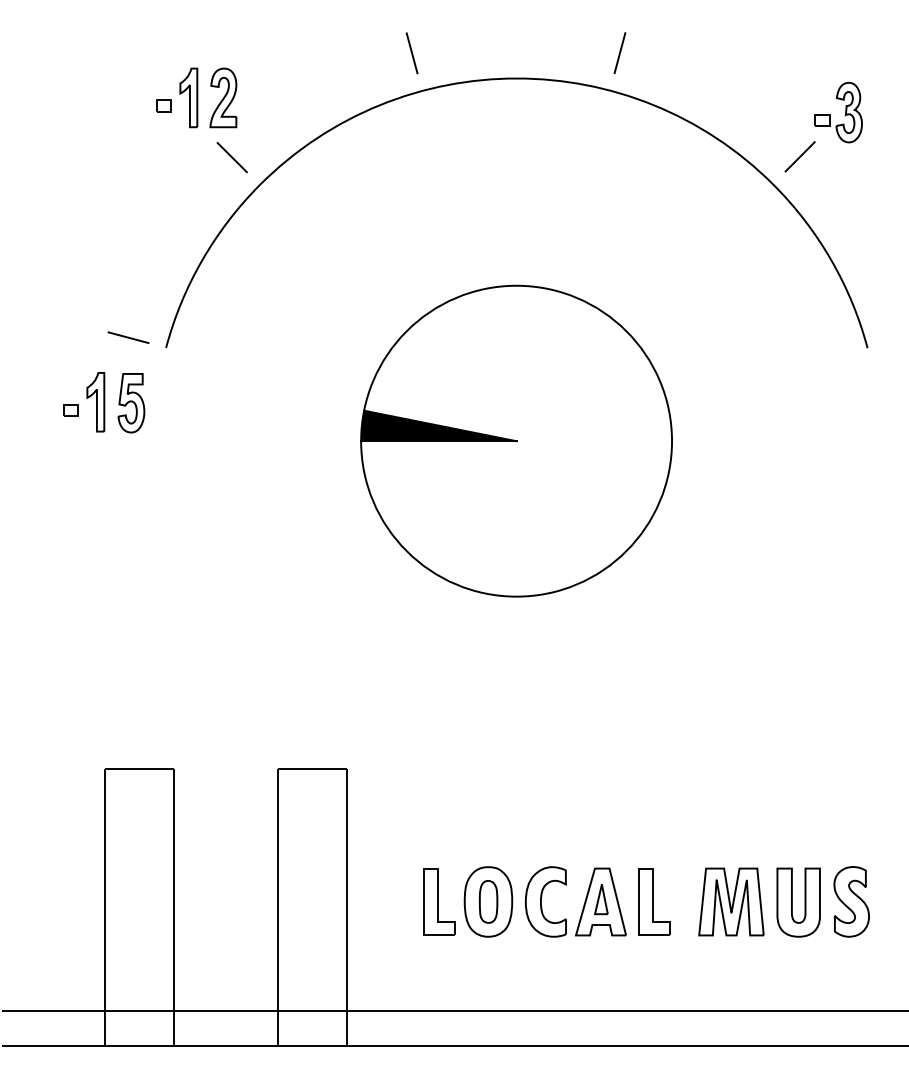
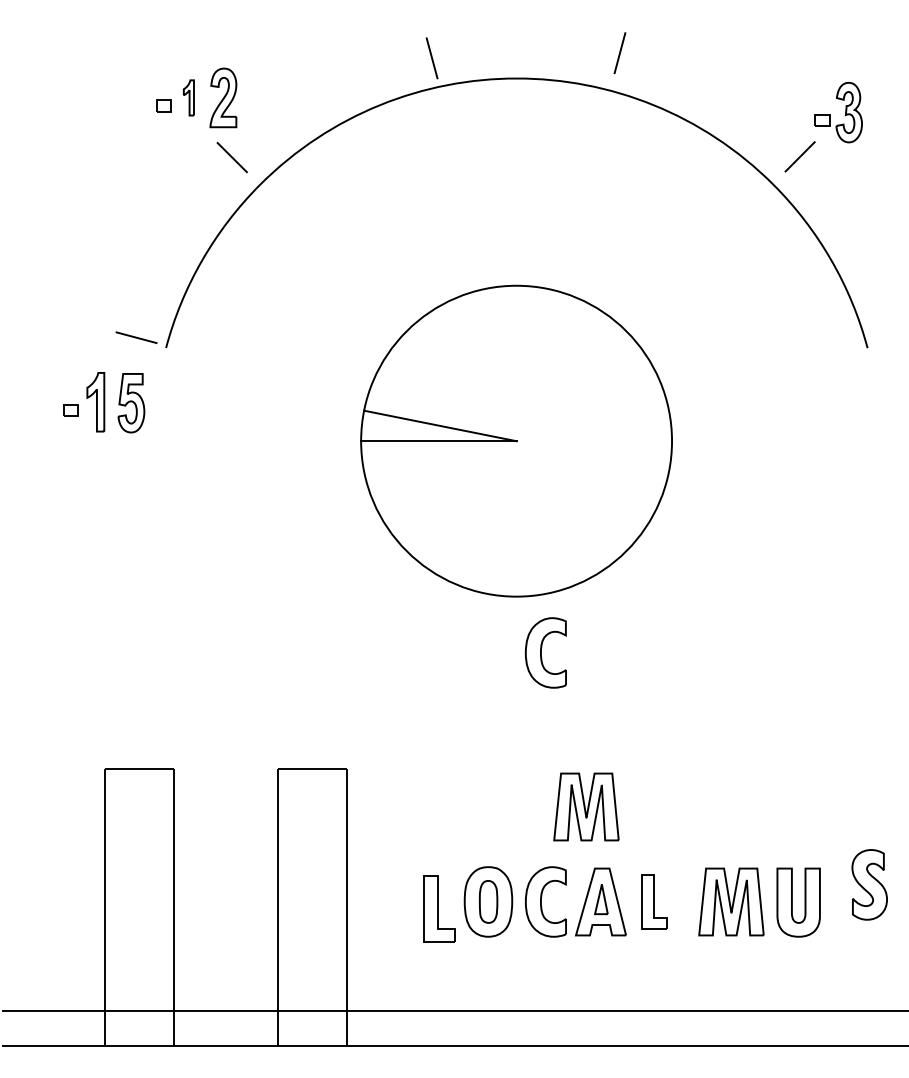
line at (411, 53) position: (411, 53) -> (431, 58)
part at (188, 97) size: 20x62 px -> 12x38 px
line at (128, 337) position: (128, 337) -> (136, 337)
fill at (438, 425): present -> none
part at (545, 652): none -> present
part at (586, 806): none -> present
part at (439, 901) position: (439, 901) -> (439, 908)
part at (654, 901) size: 33x68 px -> 27x56 px
part at (851, 901) position: (851, 901) -> (869, 884)
